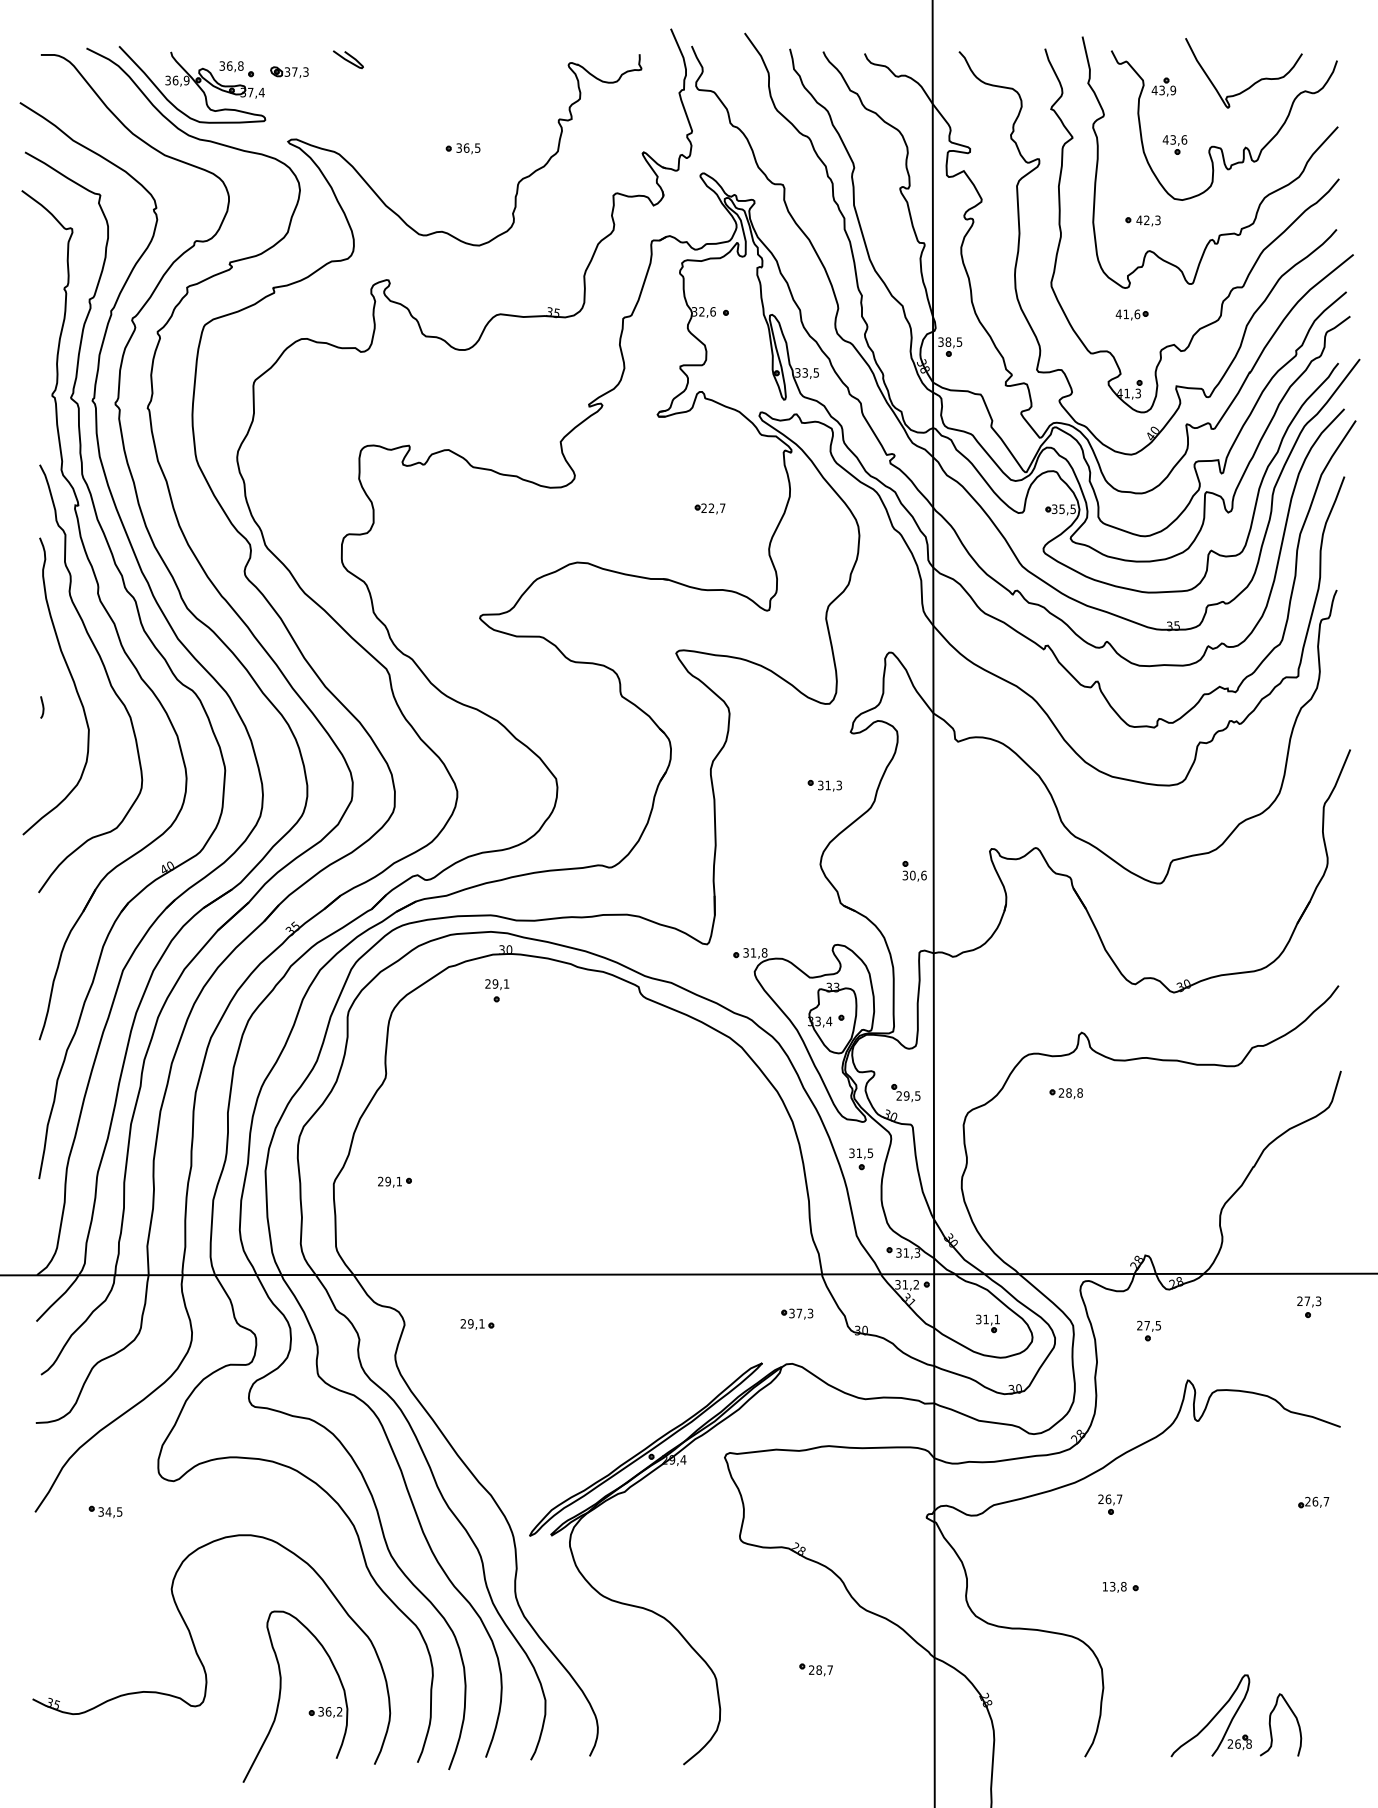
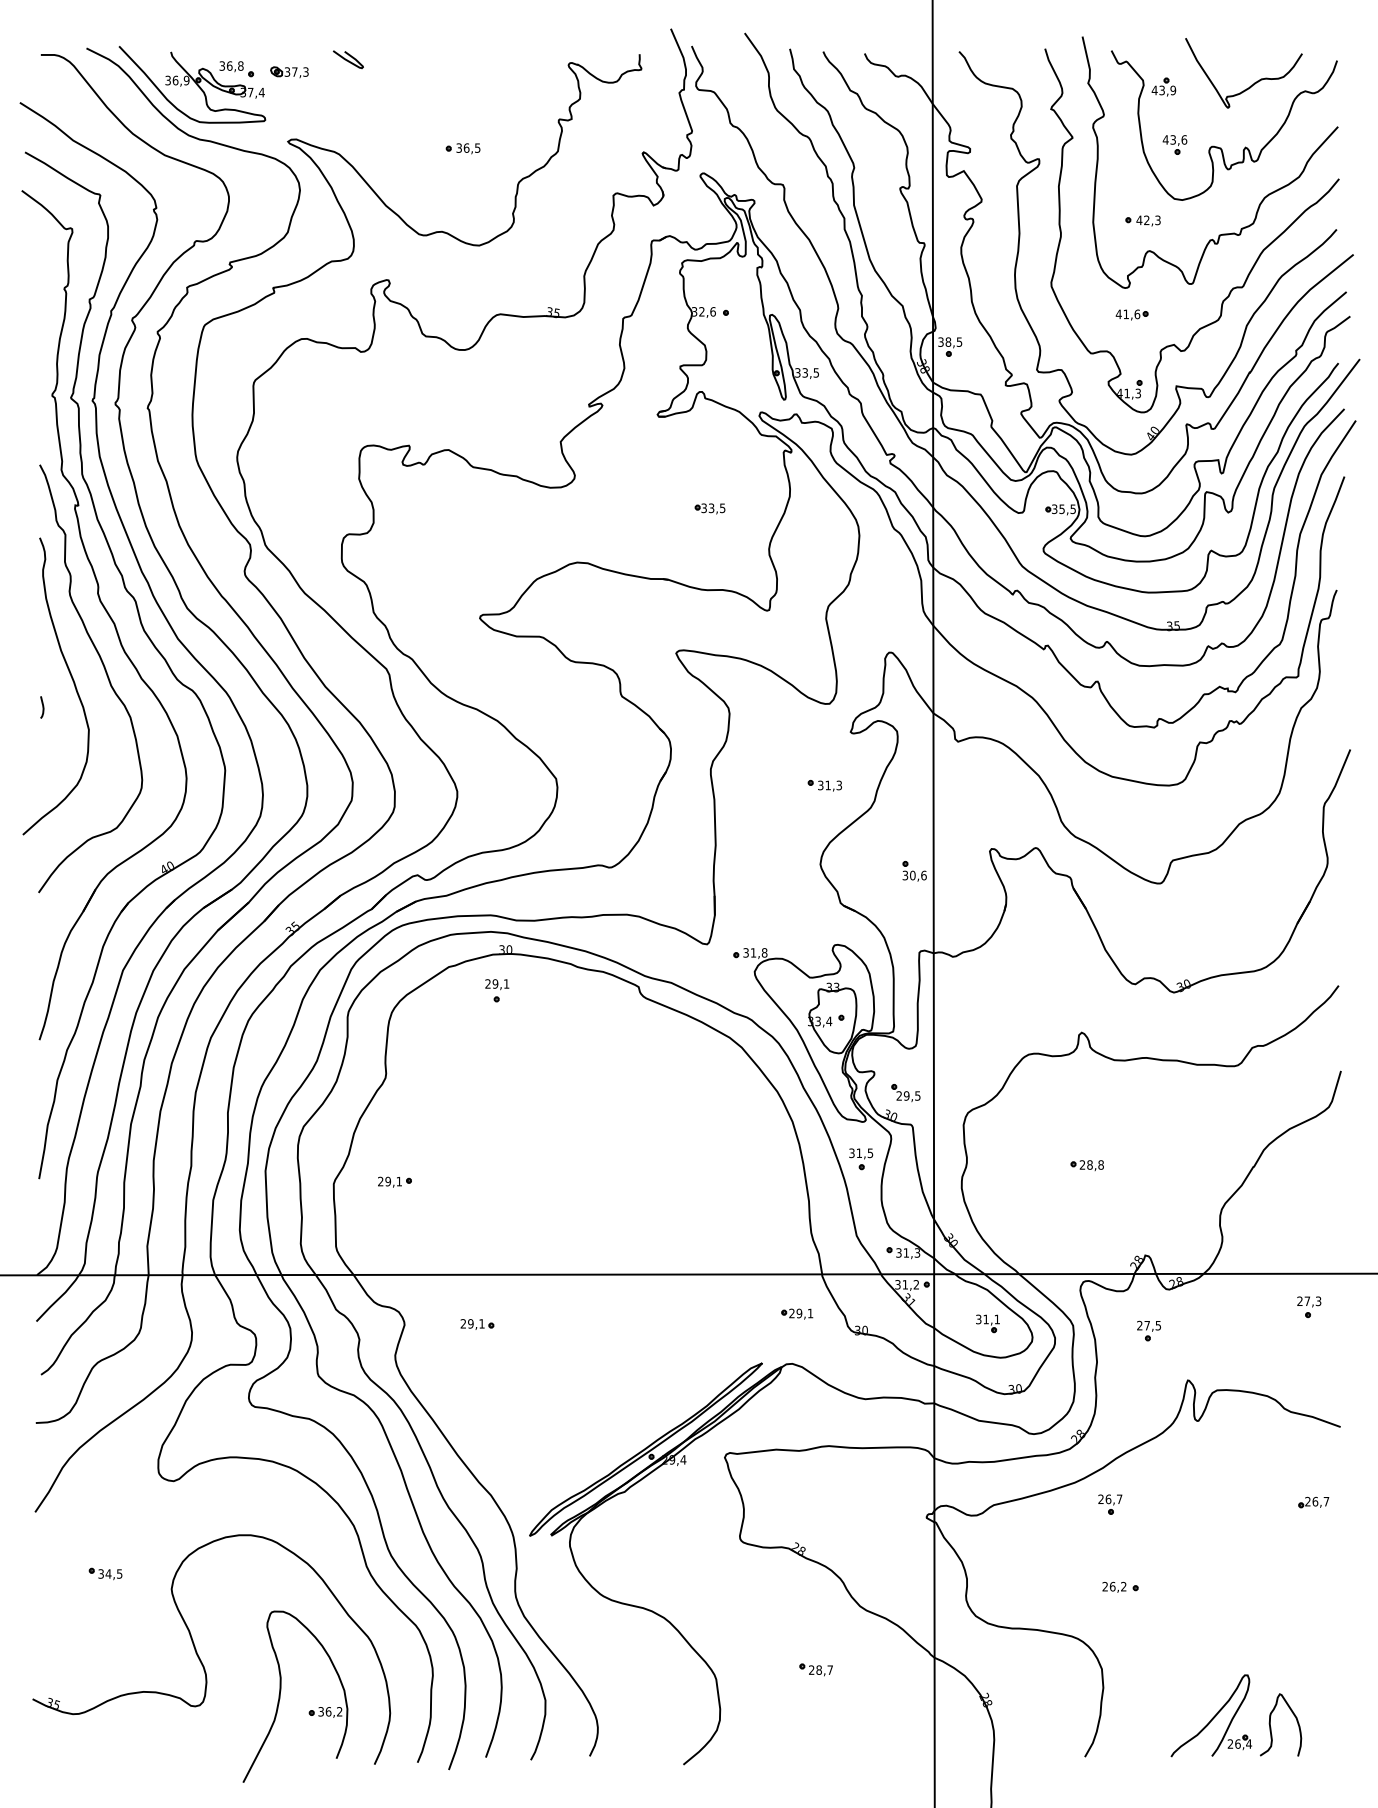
text at (713, 508): 22,7 -> 33,5
part at (1065, 1093) position: (1065, 1093) -> (1086, 1165)
text at (801, 1313): 37,3 -> 29,1
part at (105, 1511) position: (105, 1511) -> (105, 1573)
text at (1114, 1586): 13,8 -> 26,2
text at (1248, 1743): 26,8 -> 26,4
